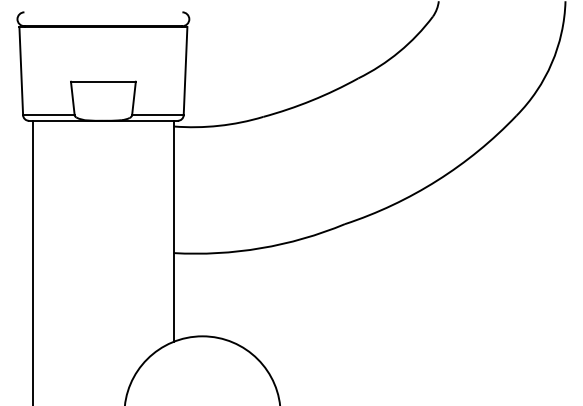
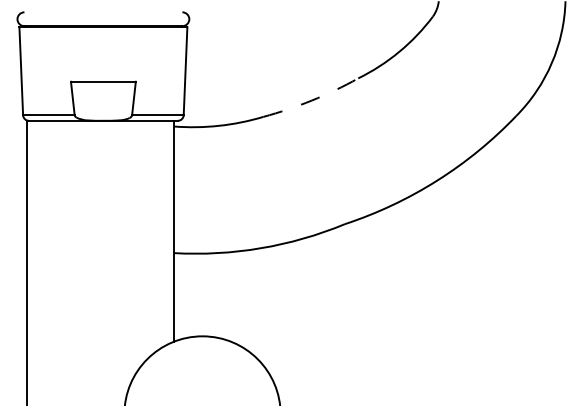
arc at (311, 100): solid -> dashed
line at (33, 261) position: (33, 261) -> (27, 261)
